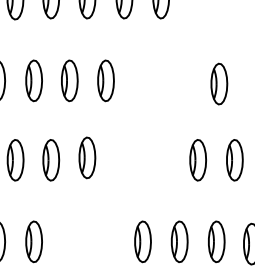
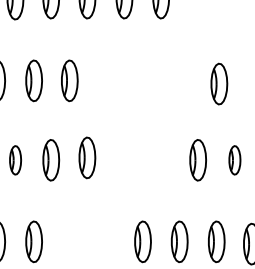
part at (105, 80): present -> none
part at (15, 160) size: 19x43 px -> 14x31 px
part at (234, 160) size: 18x43 px -> 14x31 px
